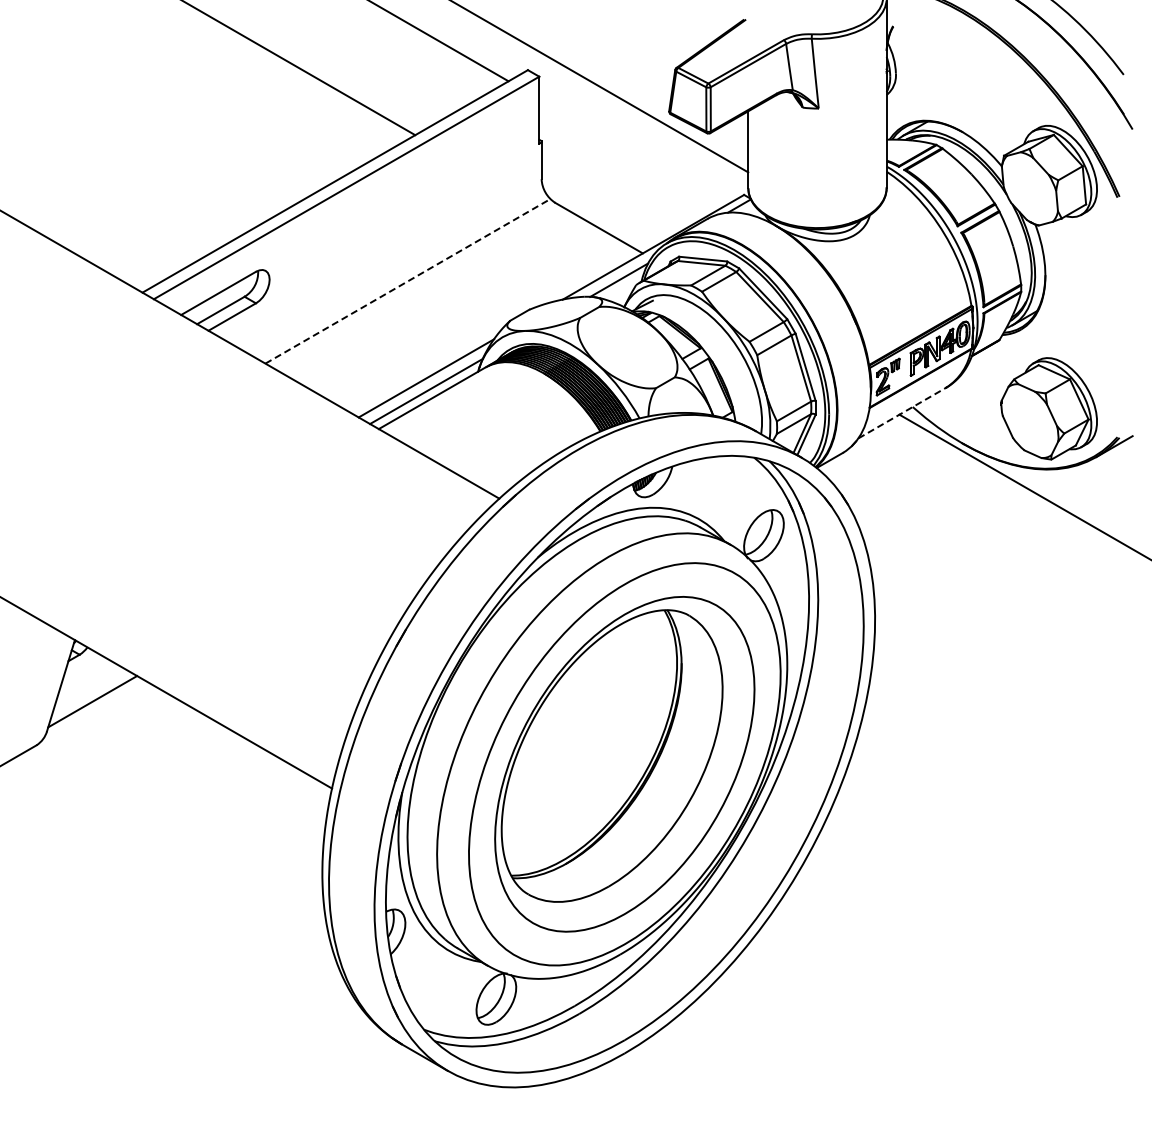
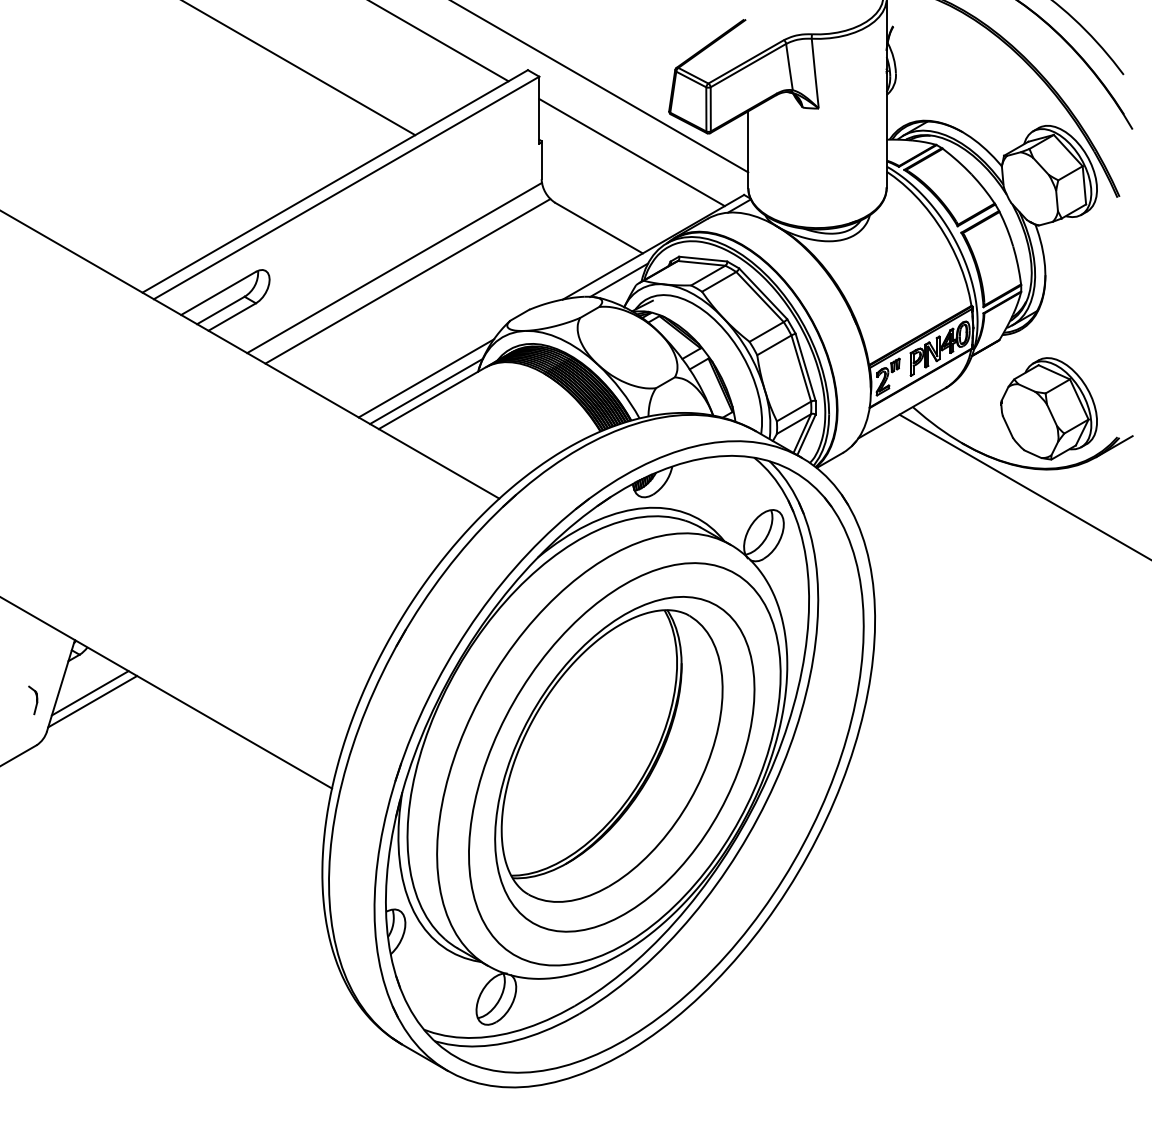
line at (631, 152): none -> present
line at (394, 267): none -> present
line at (407, 281): dashed -> solid
line at (902, 413): dashed -> solid
line at (89, 693): none -> present
part at (33, 700): none -> present
